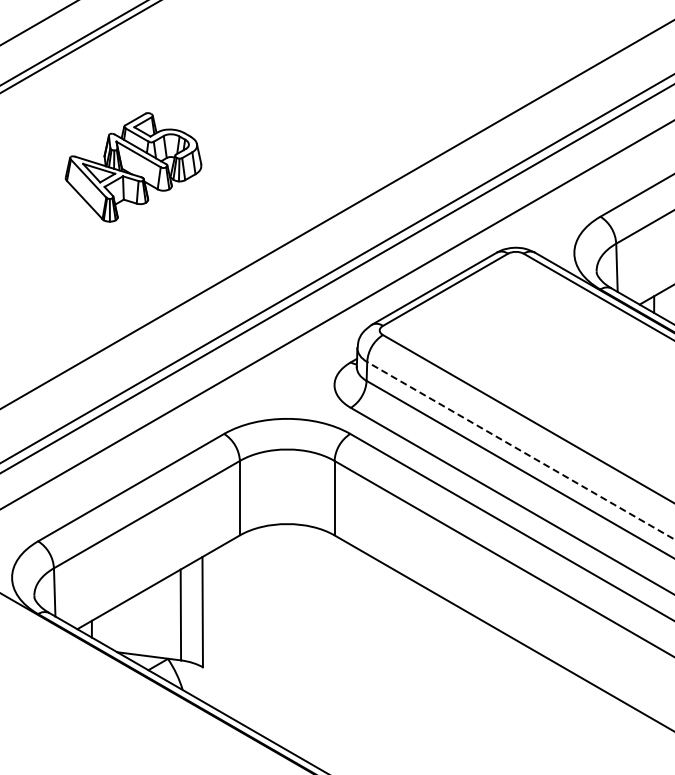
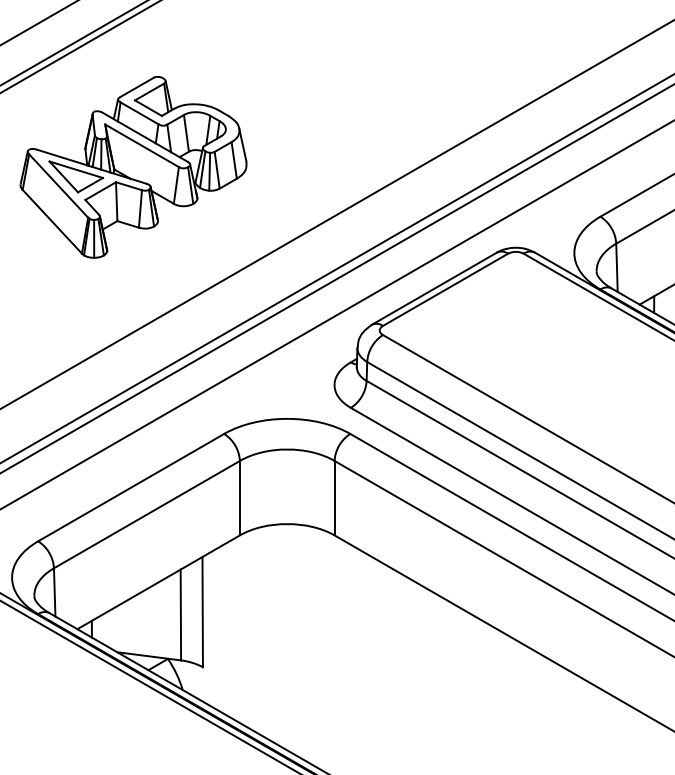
part at (133, 167) size: 139x111 px -> 229x183 px
line at (520, 450): dashed -> solid
line at (149, 686): none -> present
